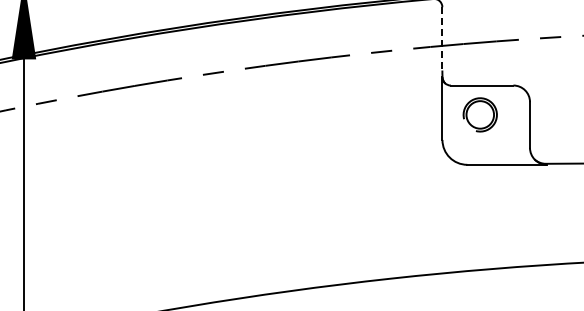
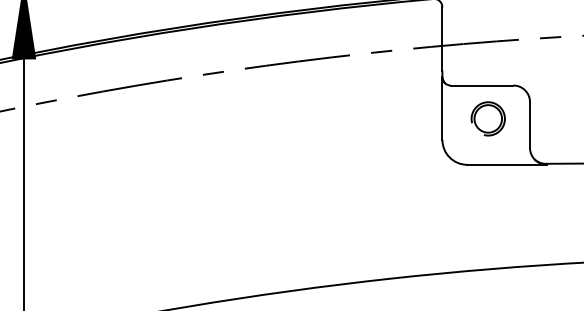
line at (442, 38): dashed -> solid
part at (479, 114) position: (479, 114) -> (487, 118)
